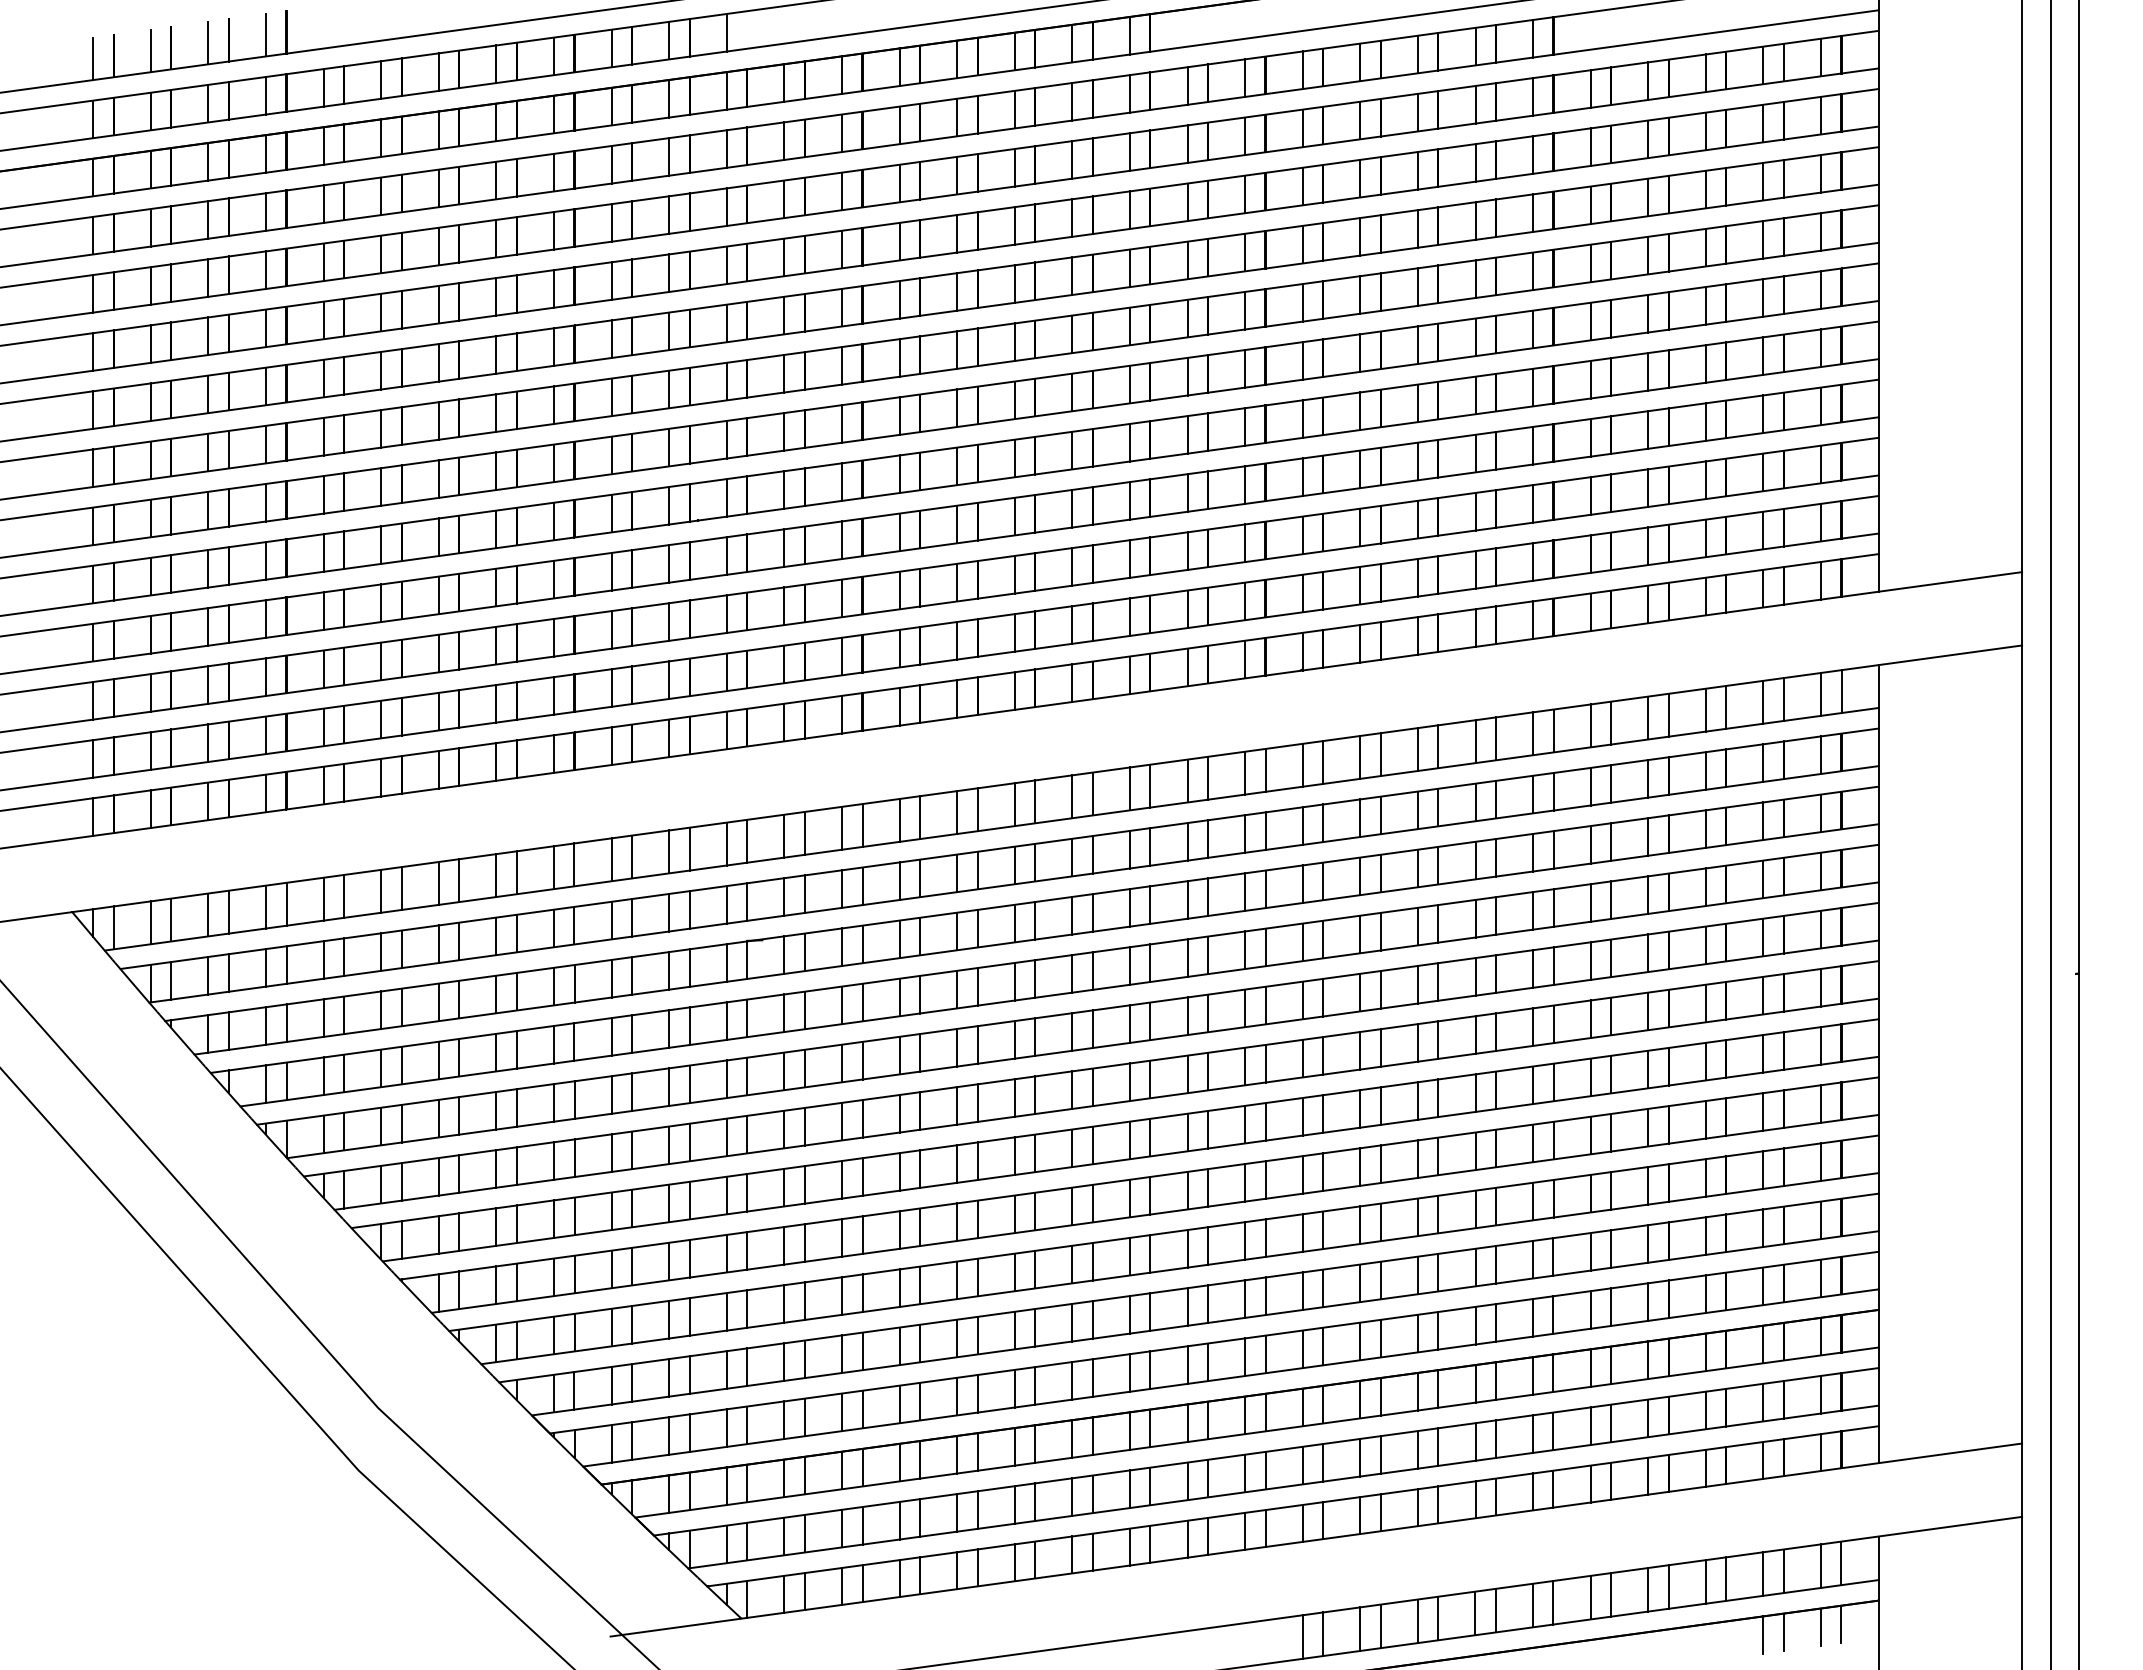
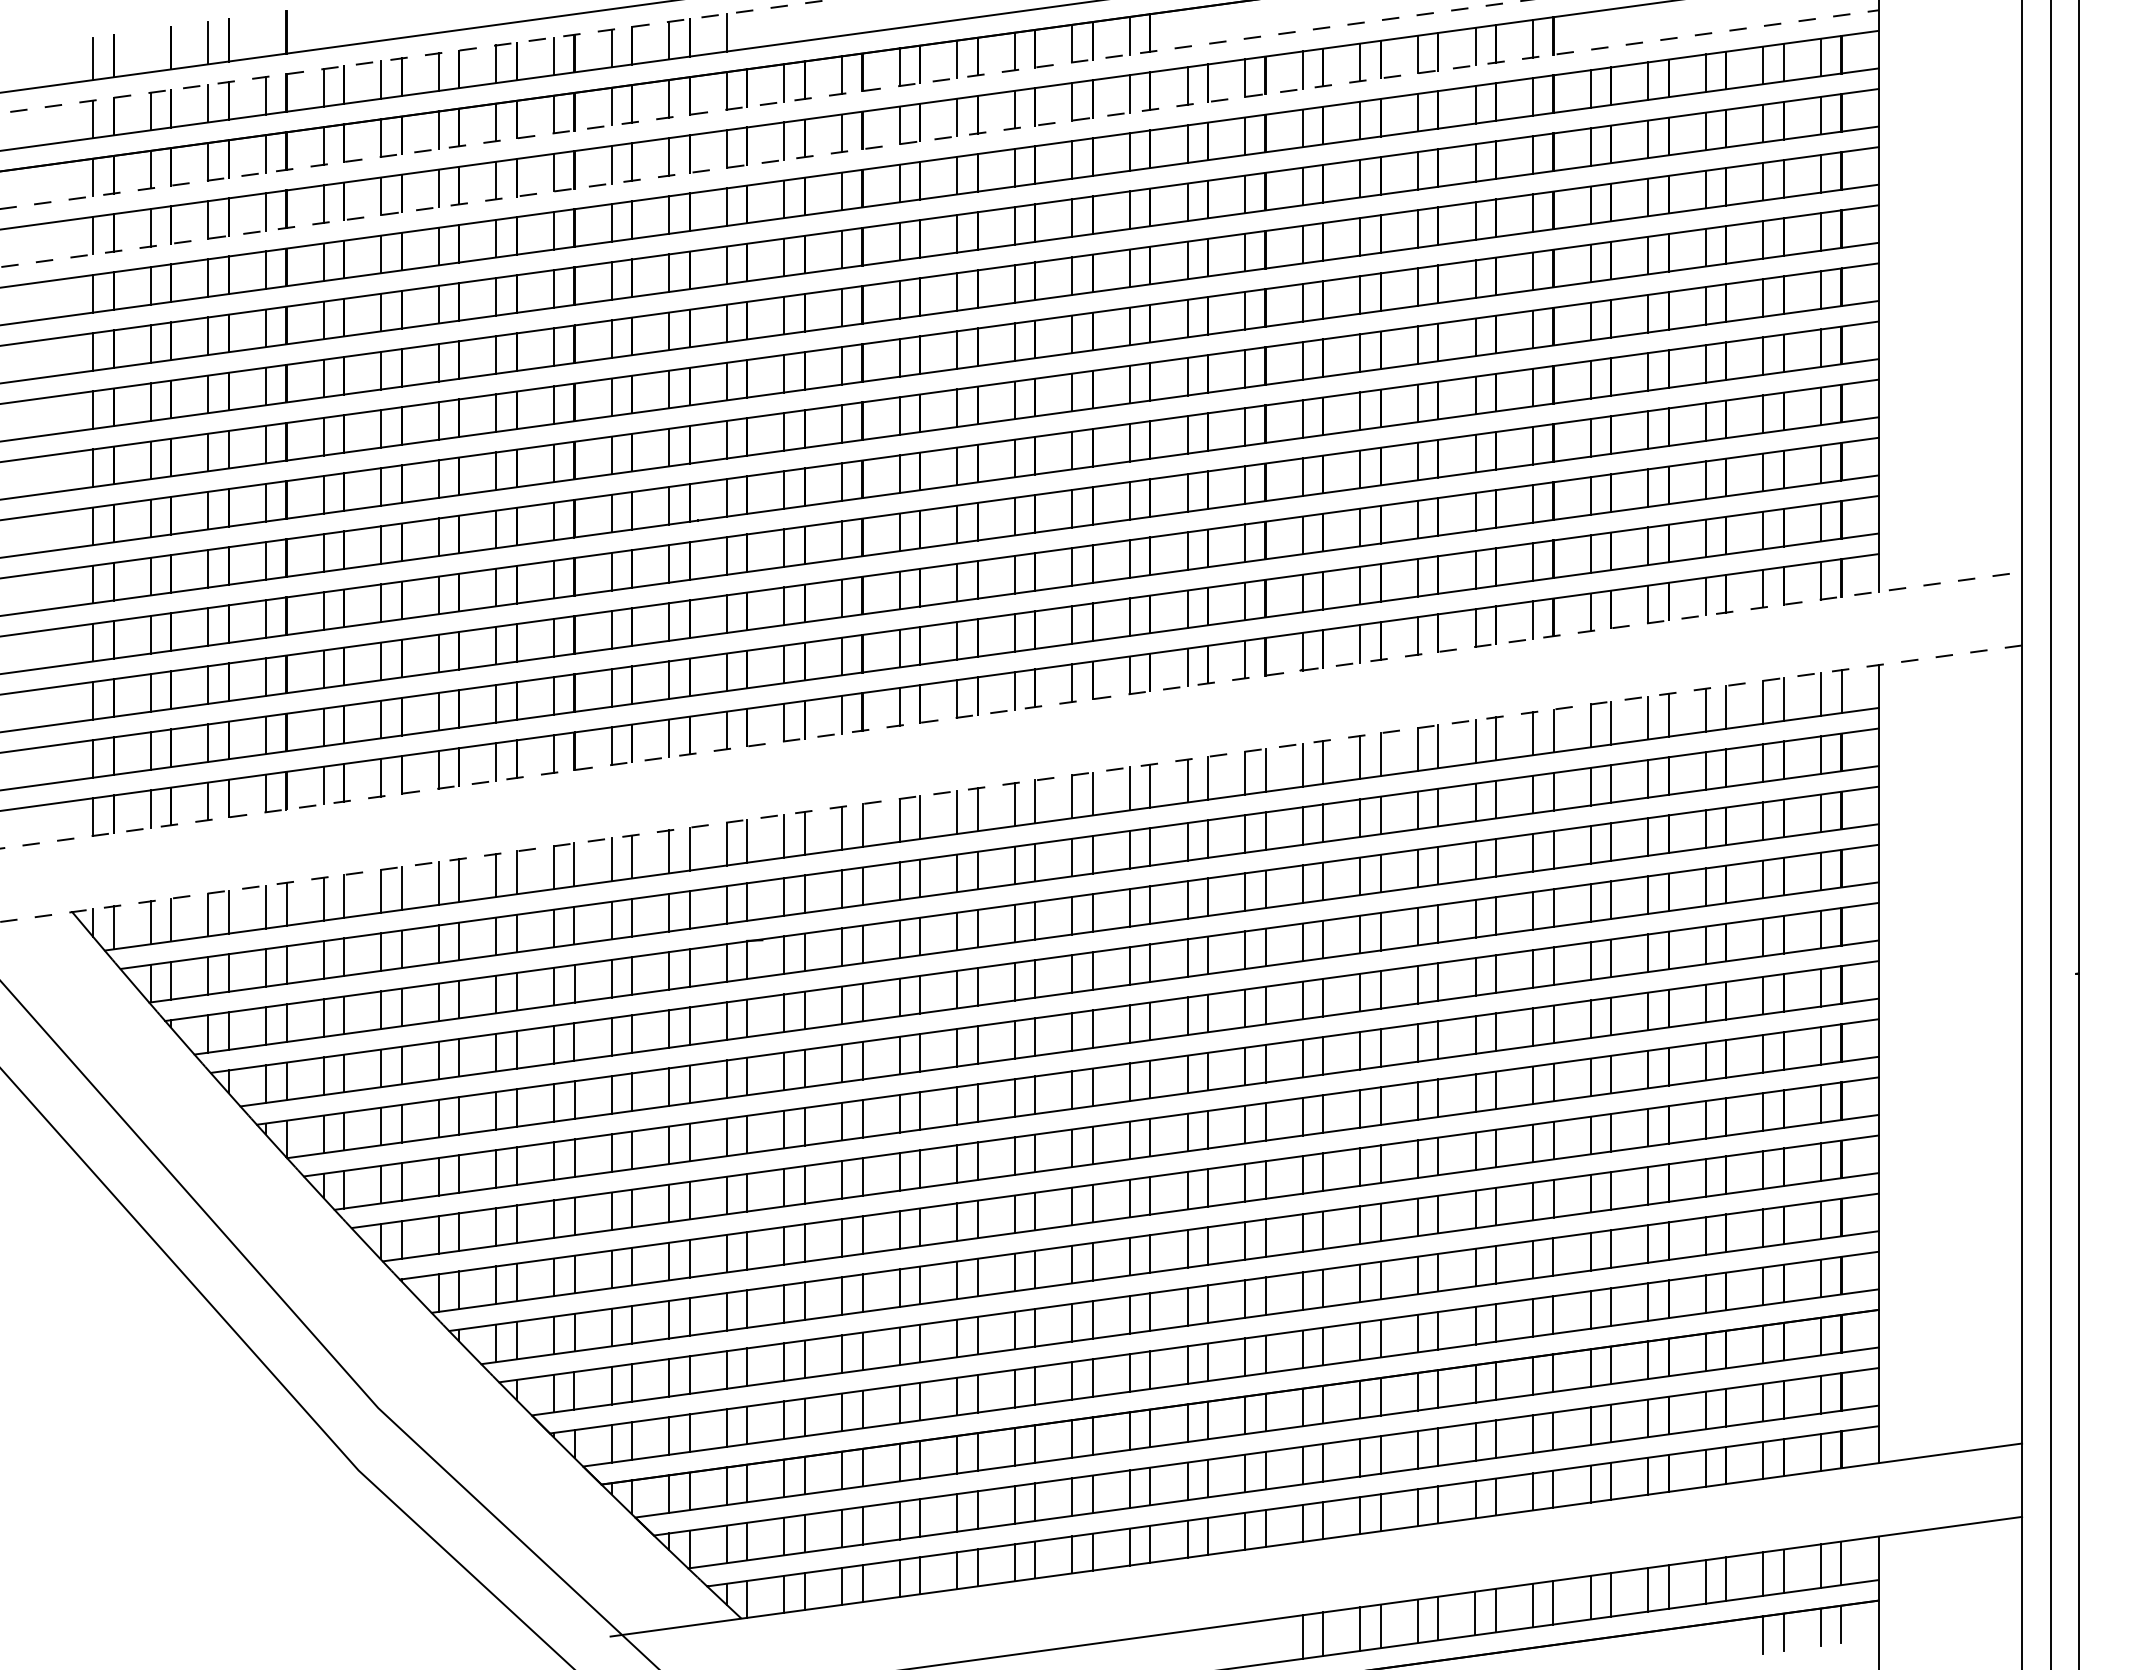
line at (266, 35): present -> none
line at (150, 50): present -> none
line at (414, 56): solid -> dashed
line at (764, 104): solid -> dashed
line at (939, 138): solid -> dashed
line at (1011, 710): solid -> dashed
line at (1010, 783): solid -> dashed
